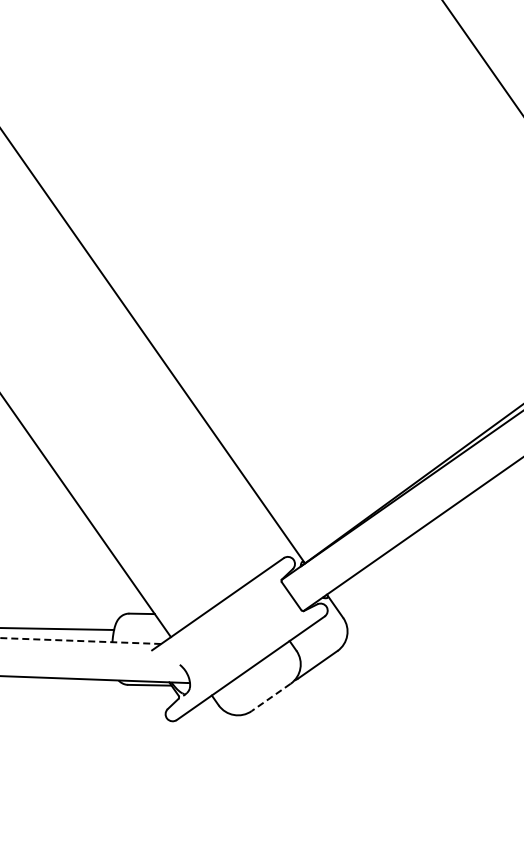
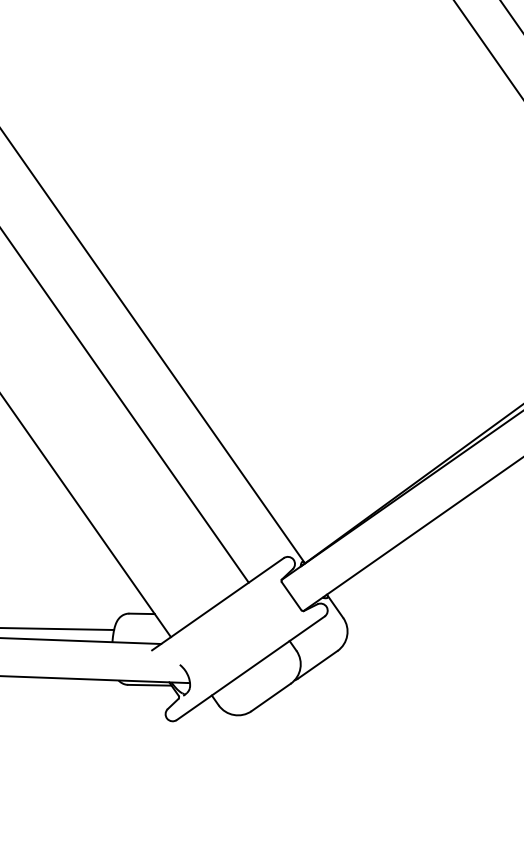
line at (510, 15): none -> present
line at (481, 56) position: (481, 56) -> (487, 48)
line at (125, 406): none -> present
line at (80, 641): dashed -> solid
line at (271, 697): dashed -> solid
